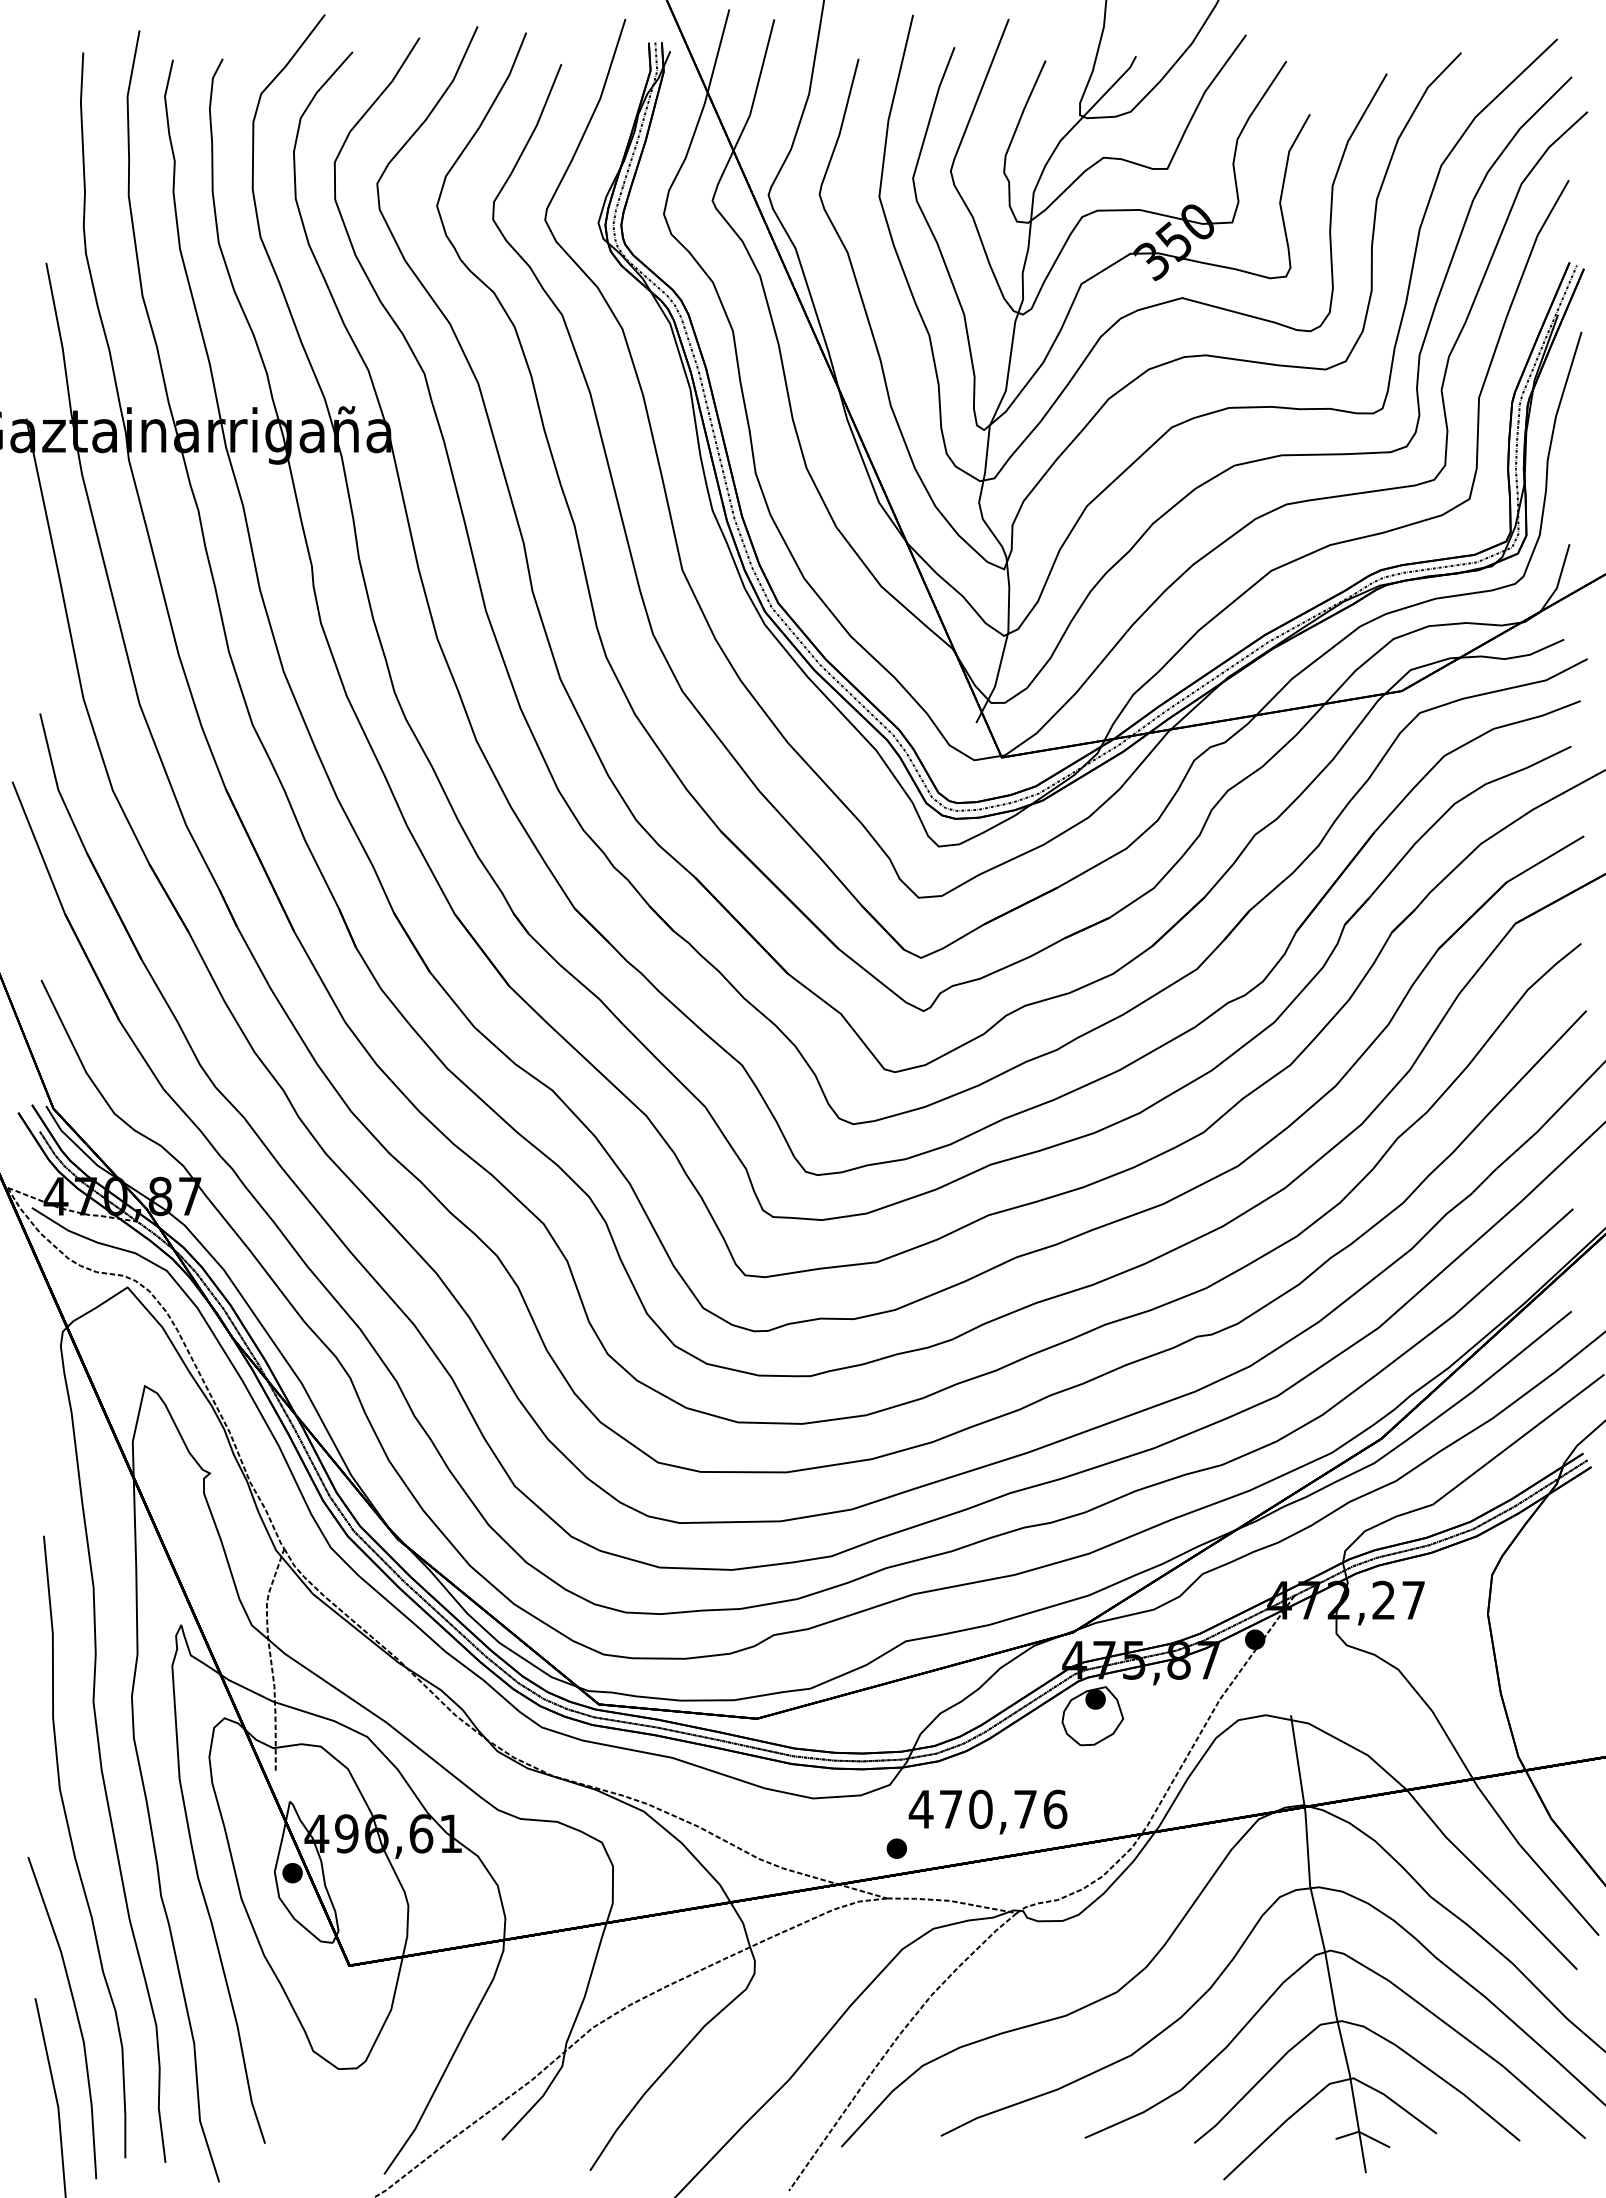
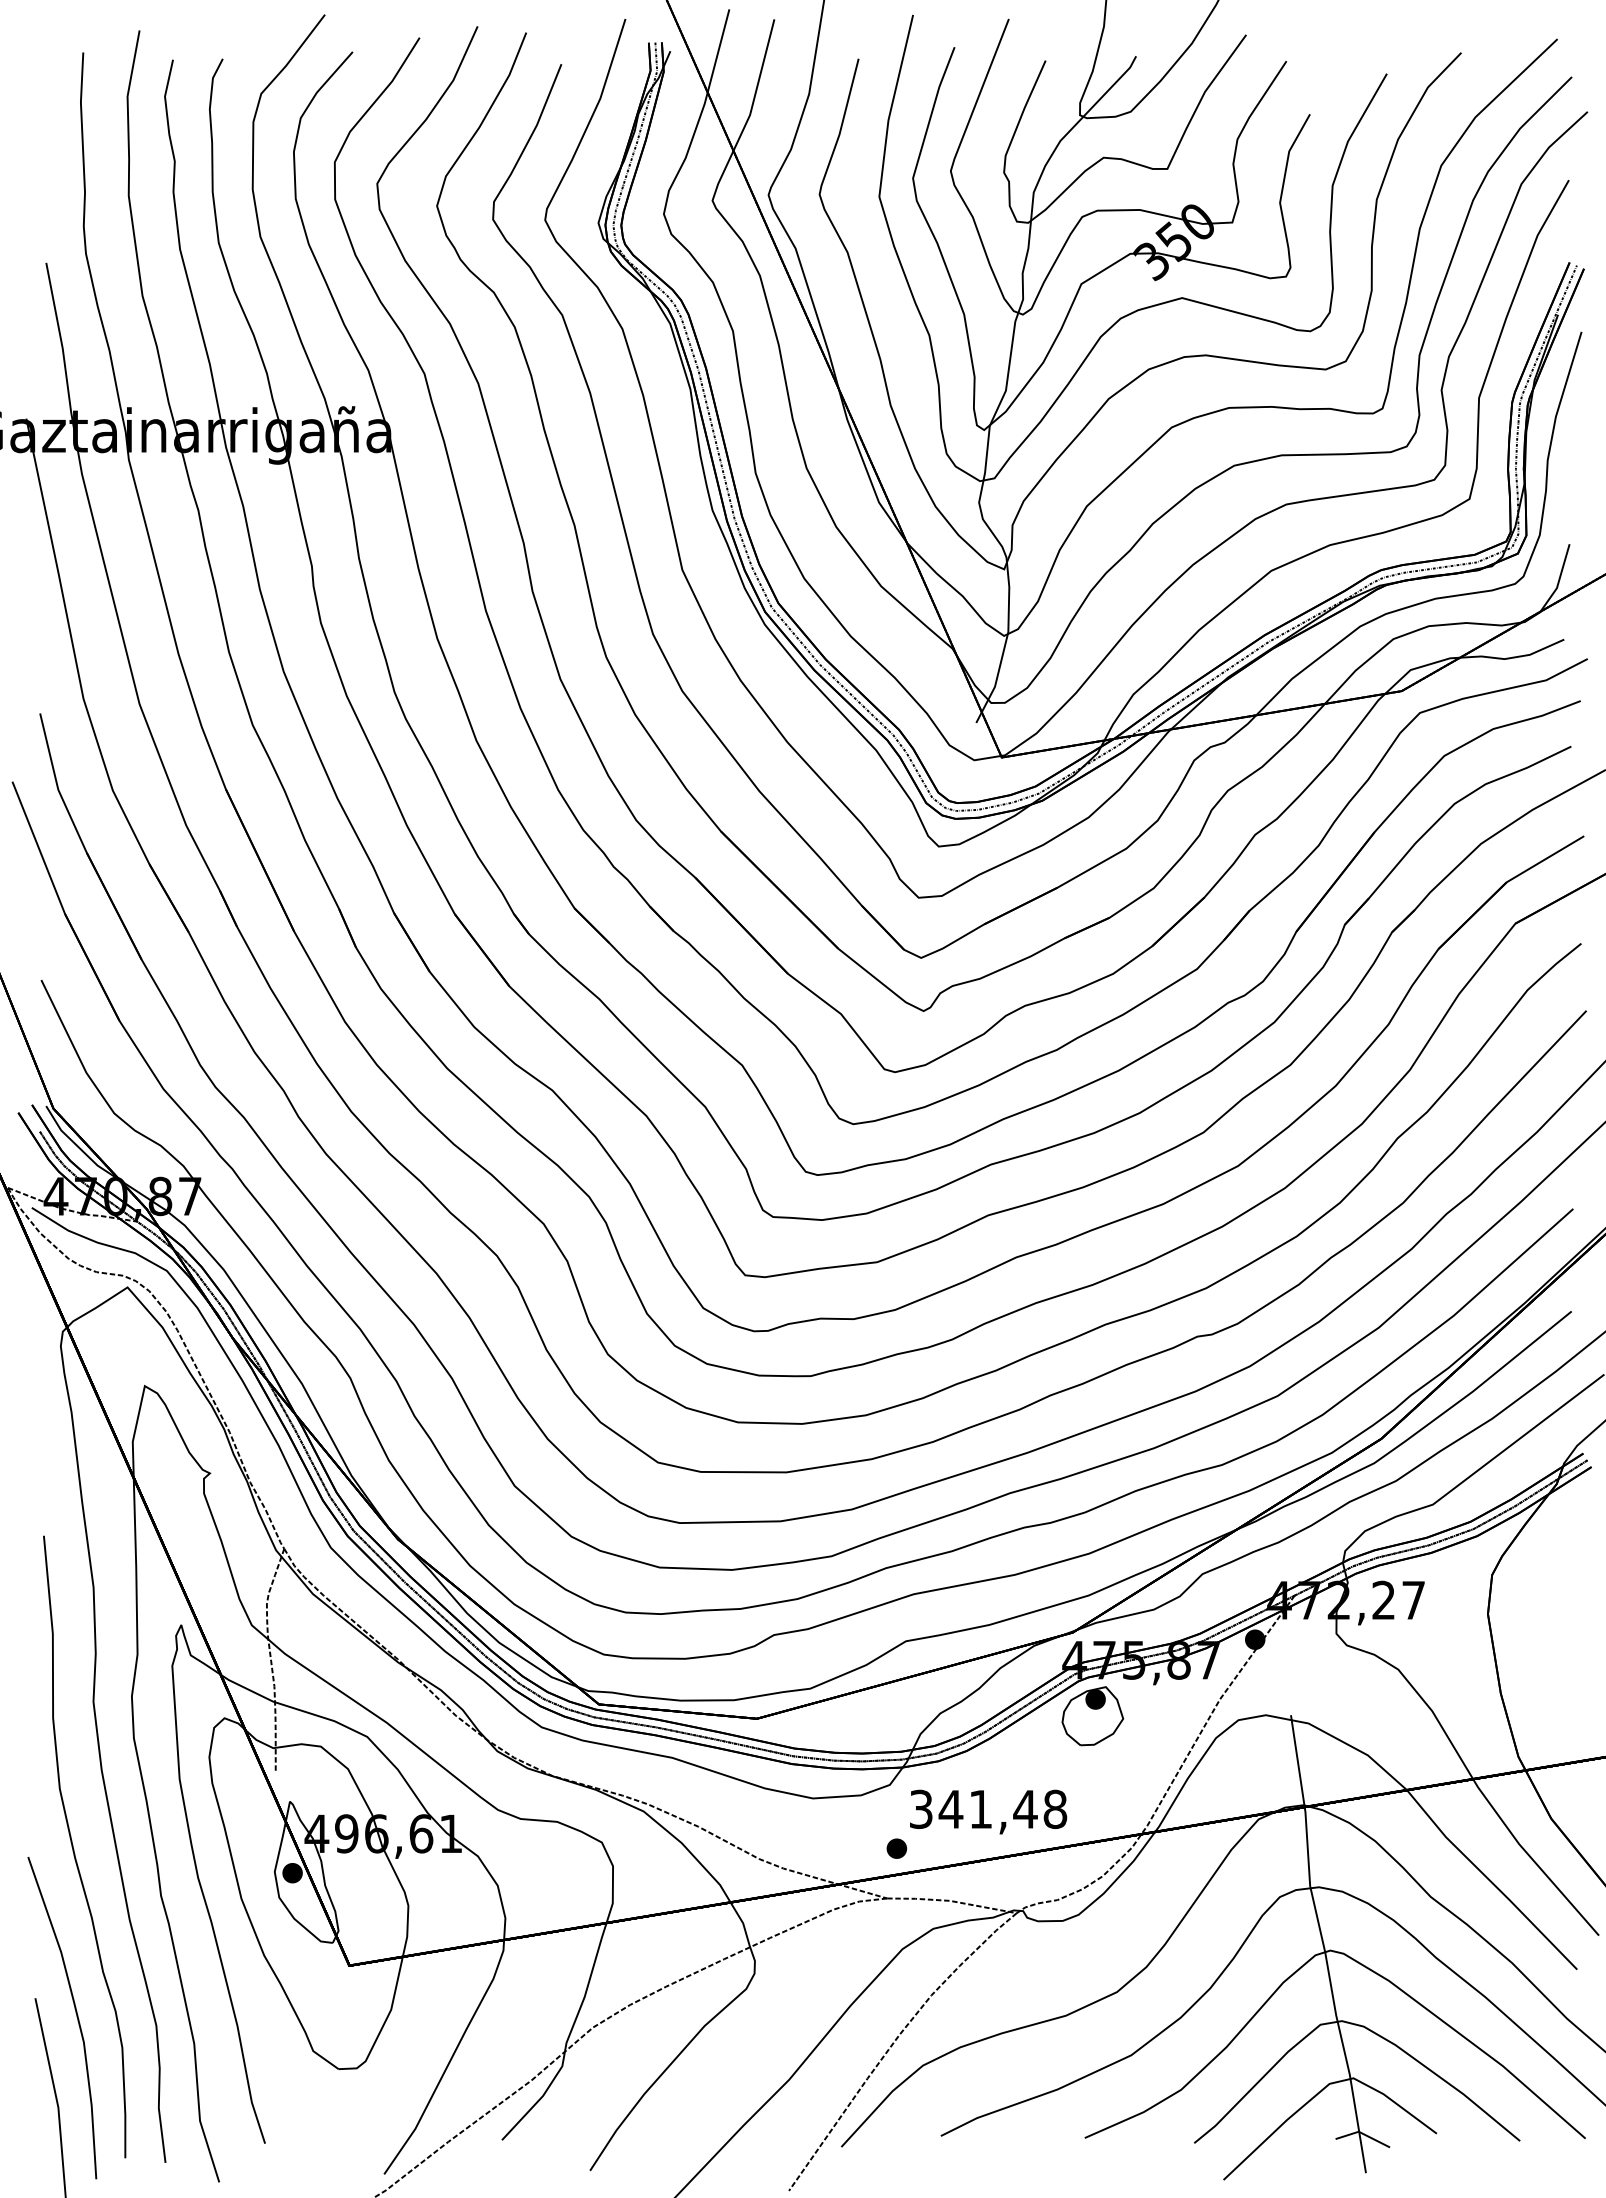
text at (987, 1809): 470,76 -> 341,48
